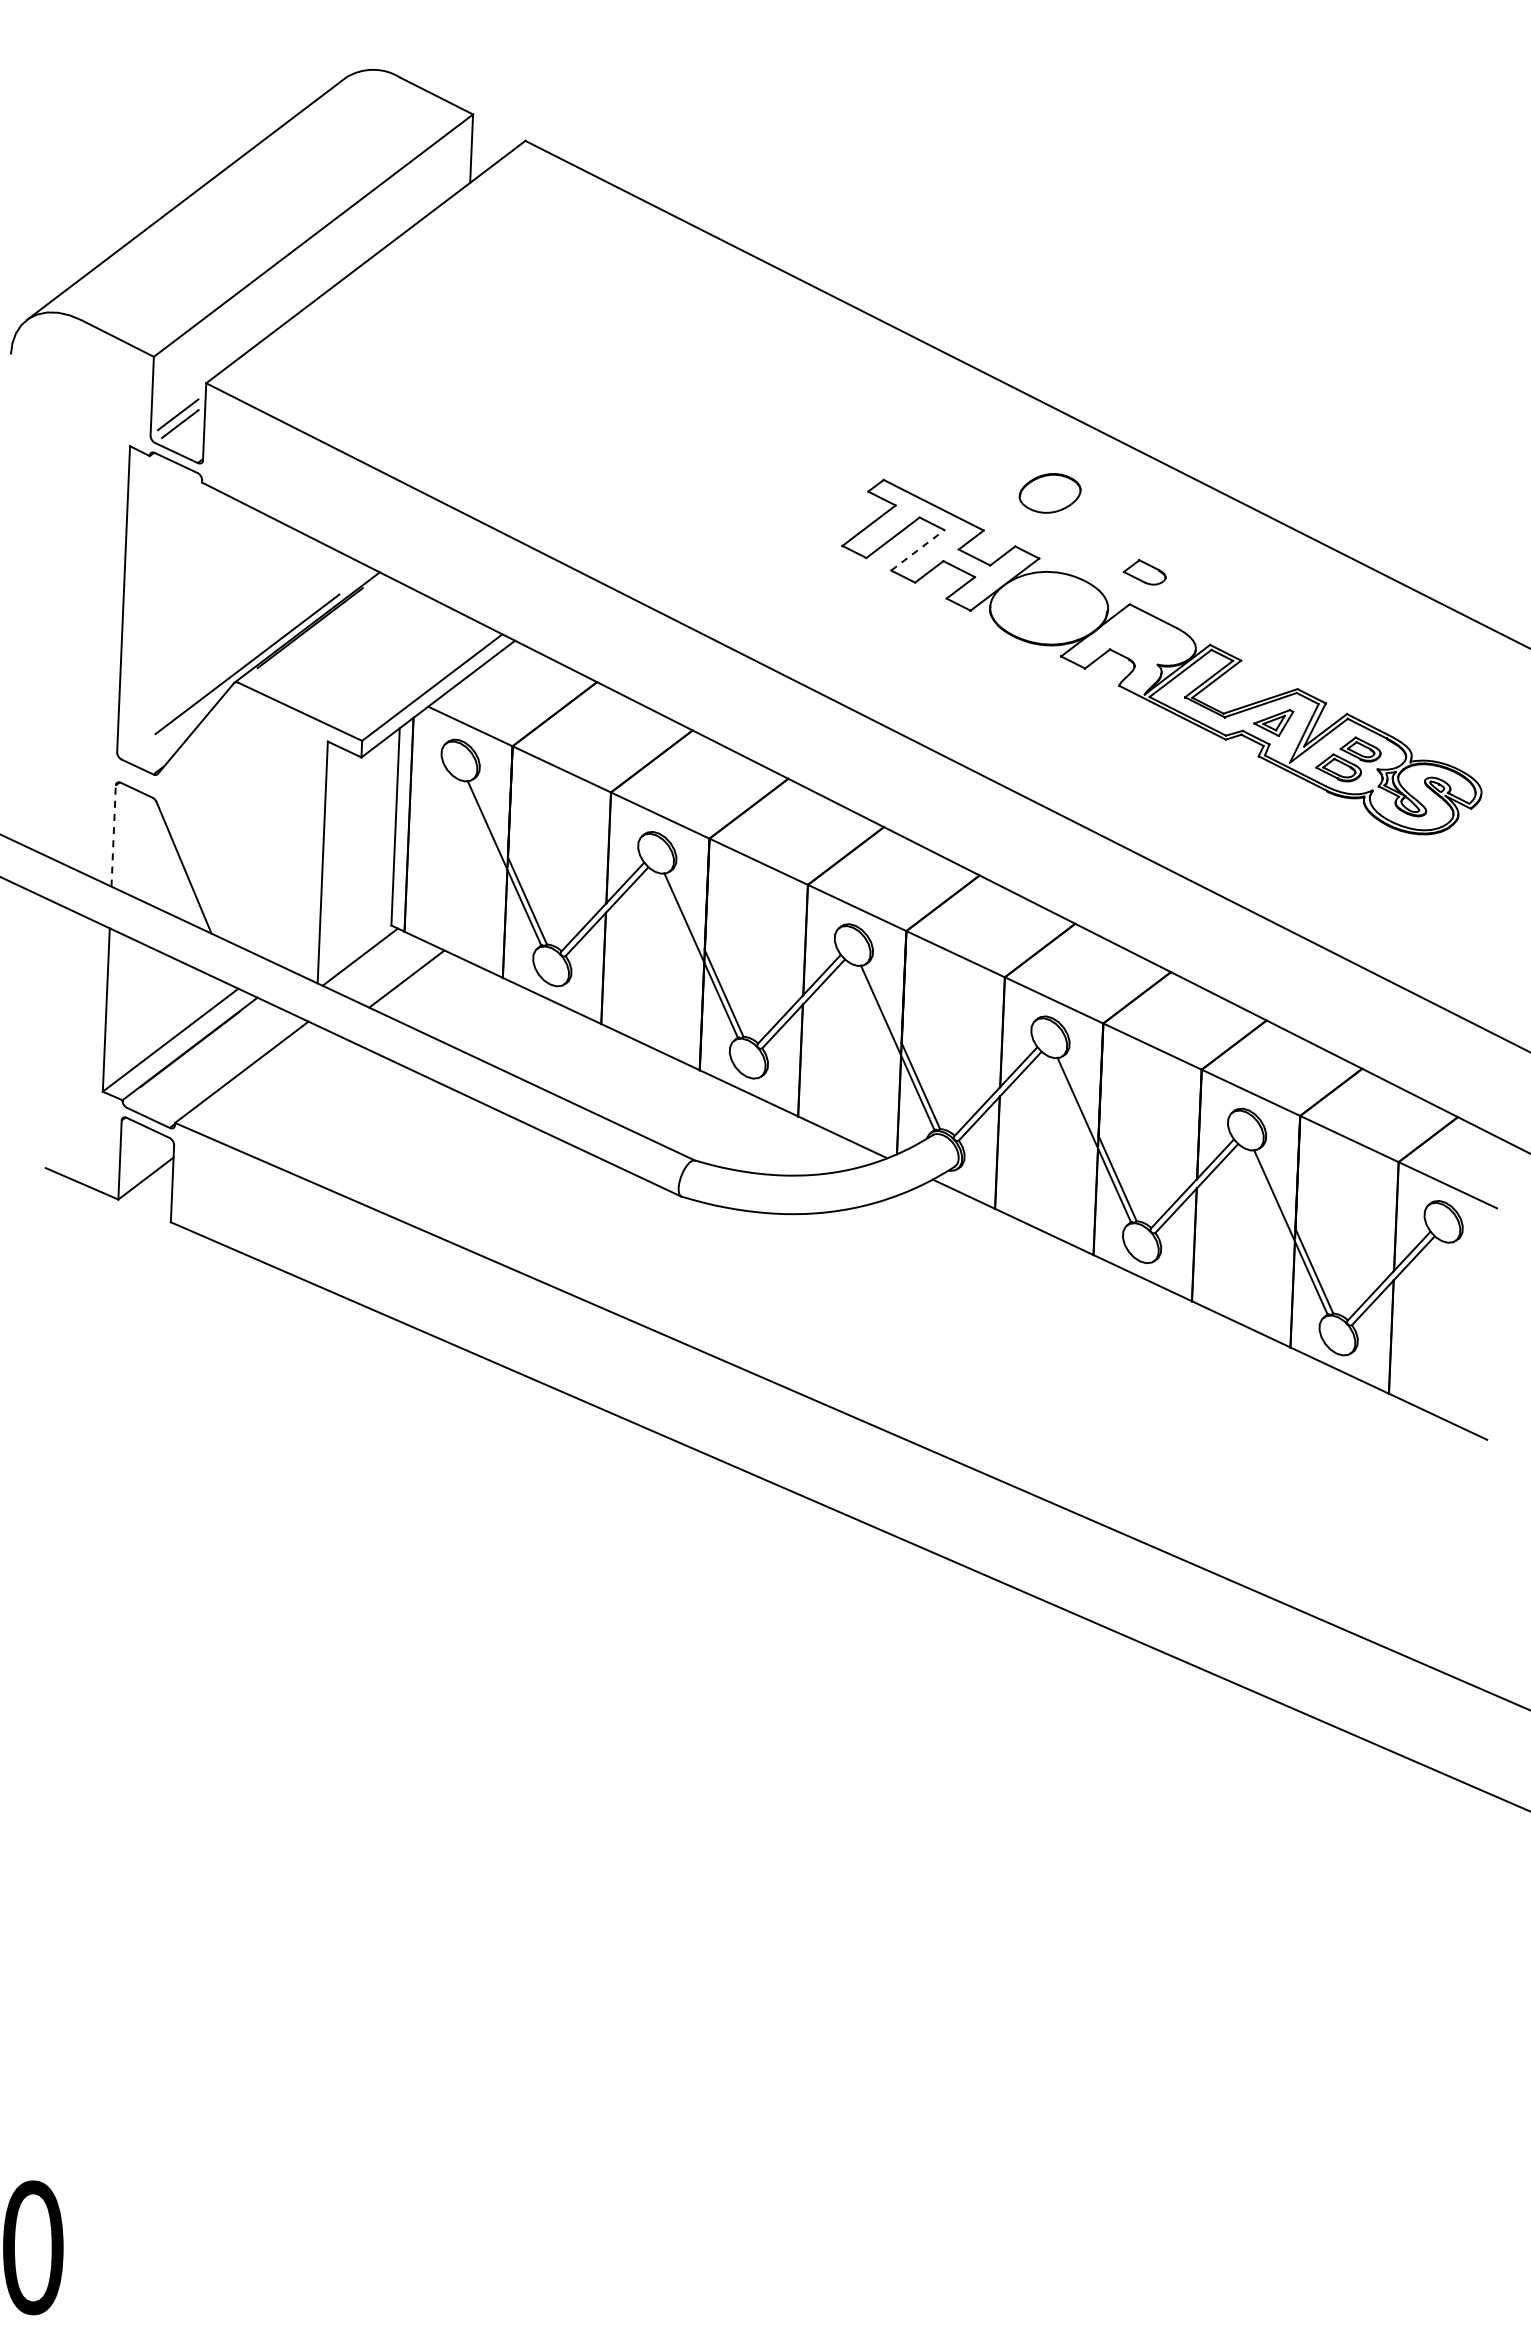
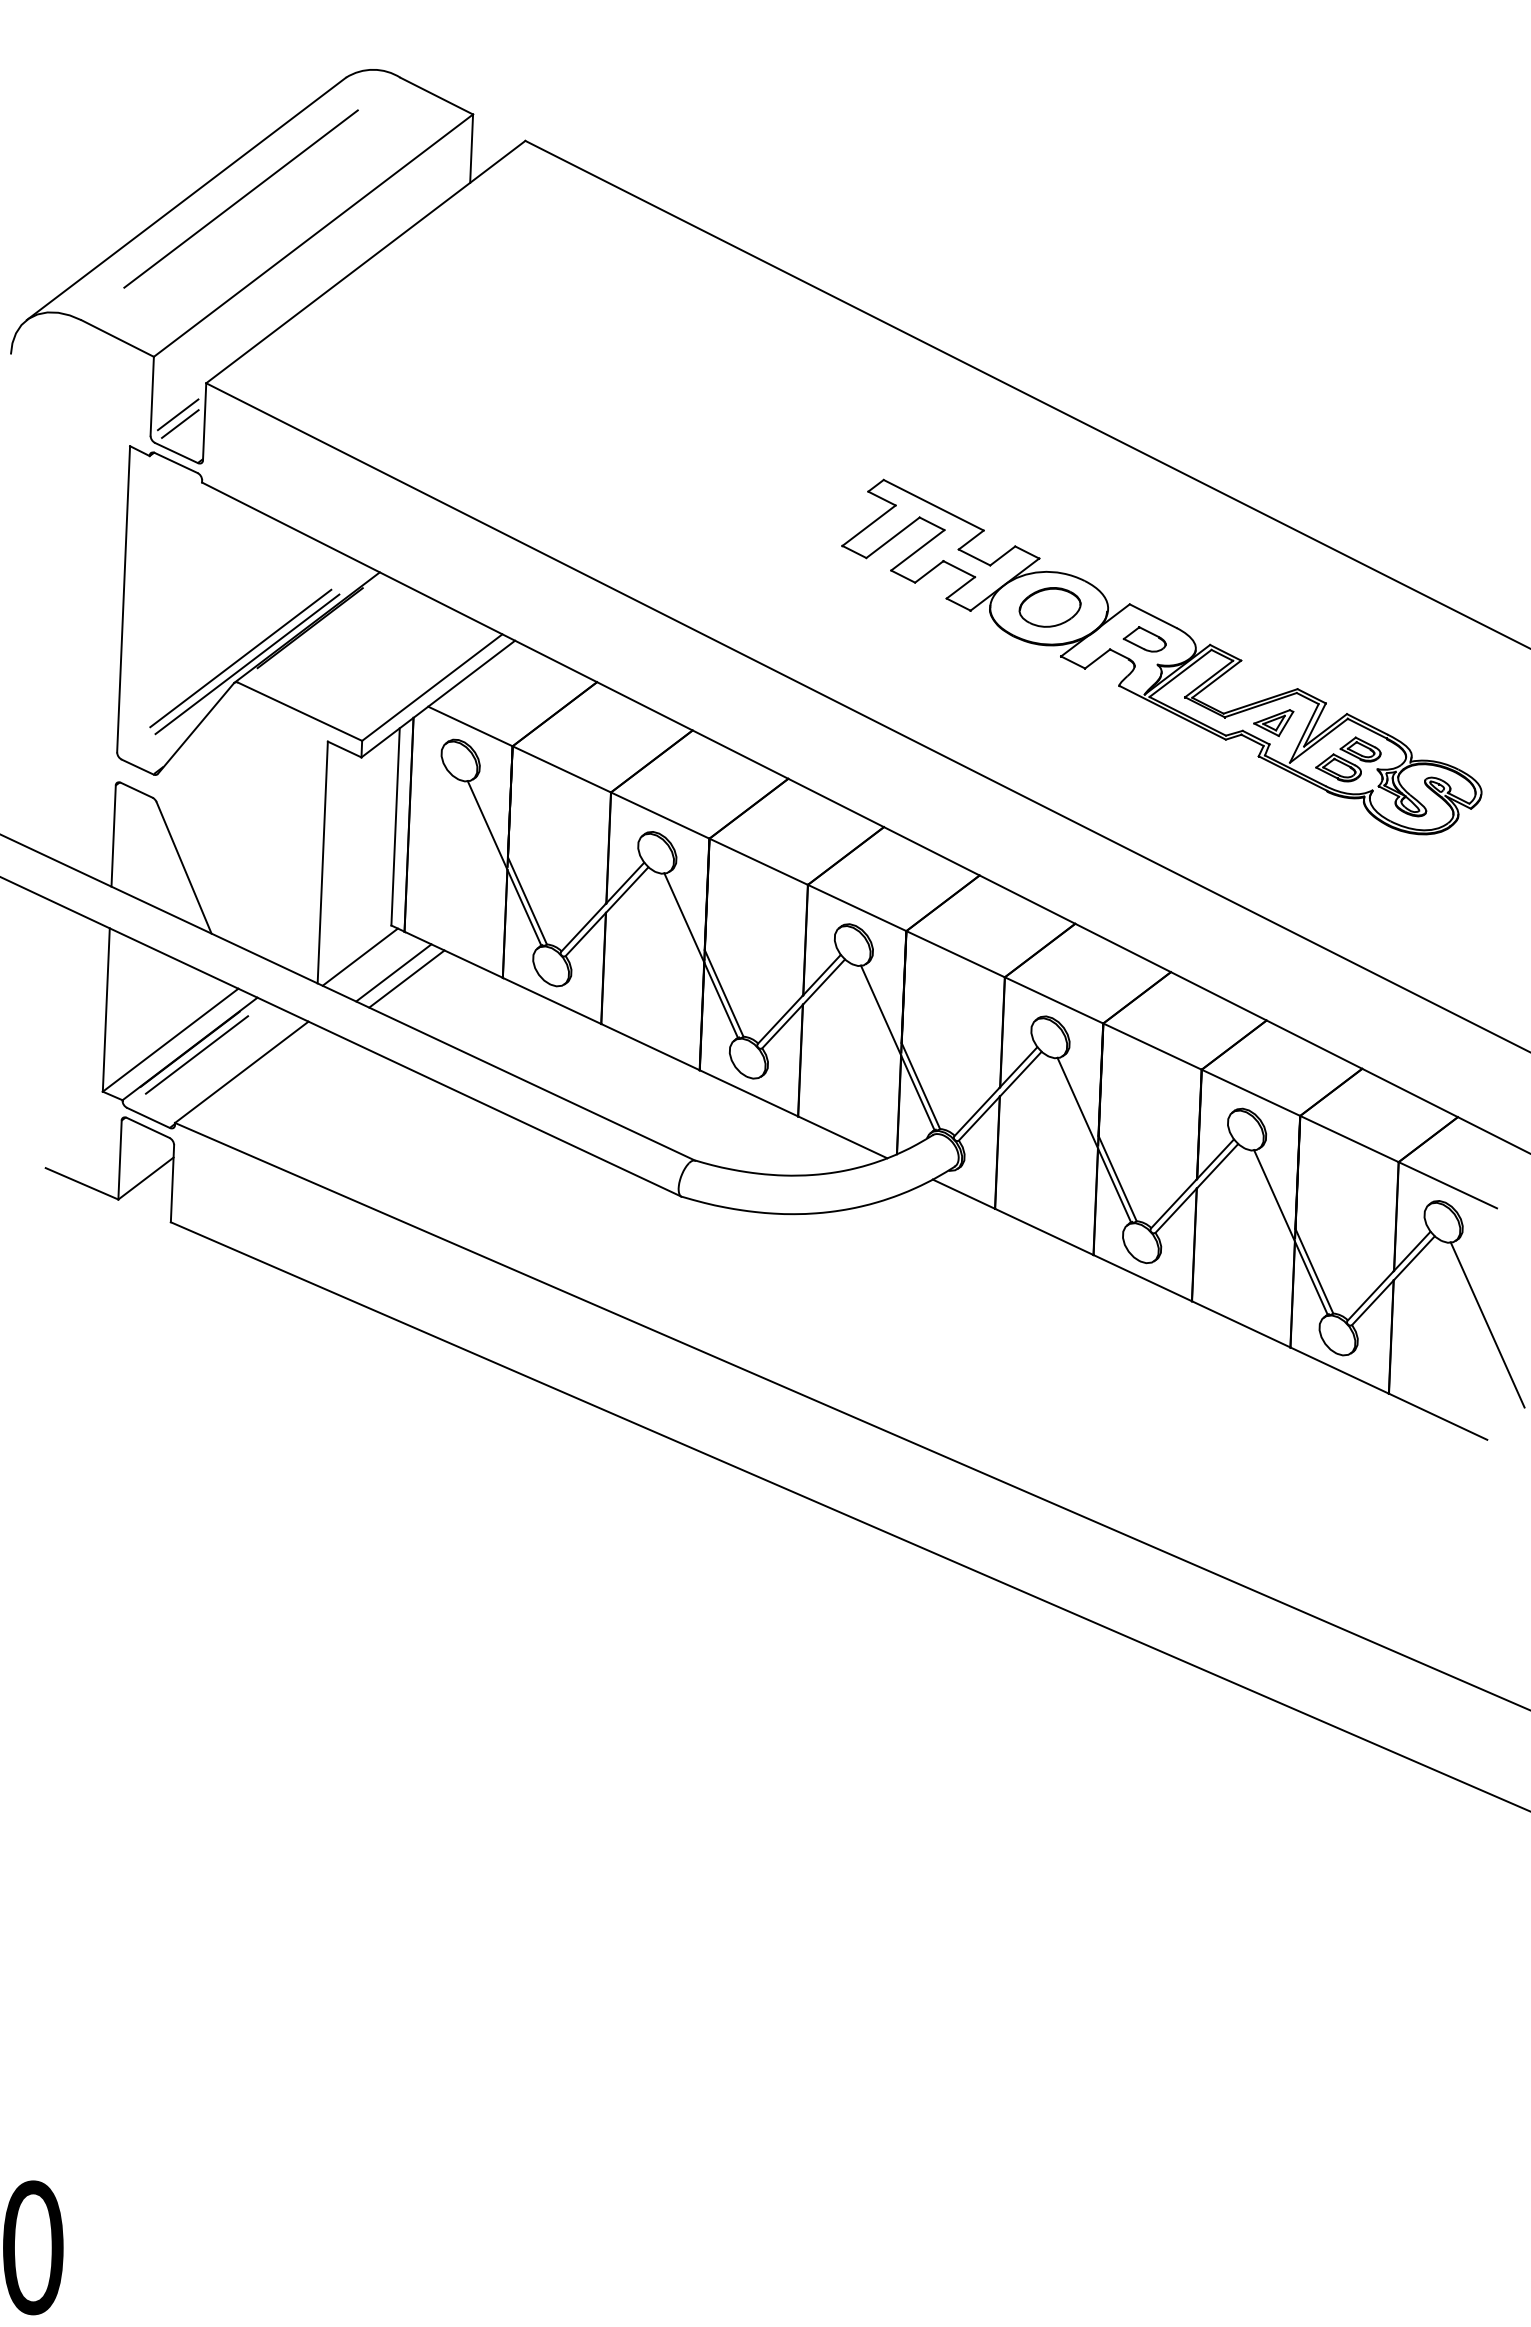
line at (240, 198): none -> present
part at (1049, 493) position: (1049, 493) -> (1049, 607)
line at (918, 550): dashed -> solid
part at (1144, 572) position: (1144, 572) -> (1144, 639)
line at (240, 658): none -> present
line at (113, 836): dashed -> solid
line at (393, 972): none -> present
line at (196, 1054): none -> present
line at (1487, 1324): none -> present
